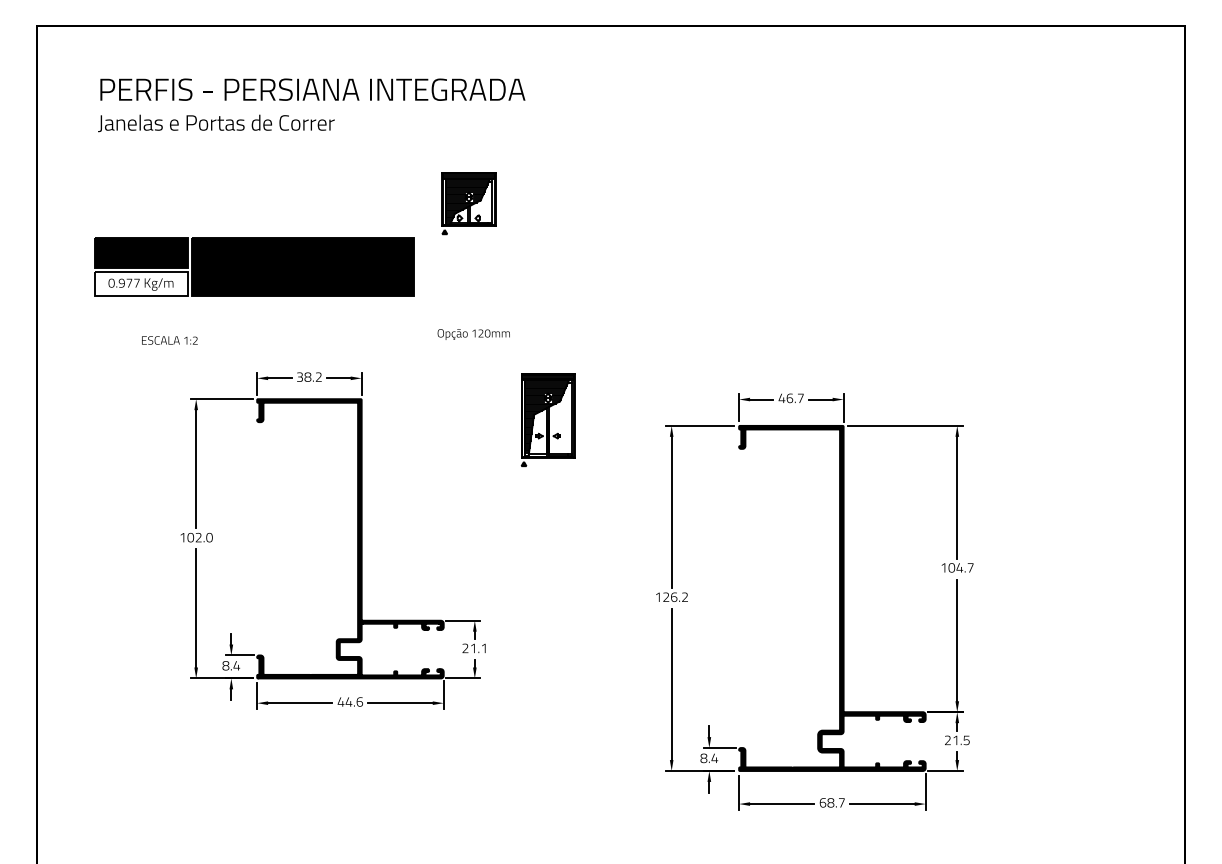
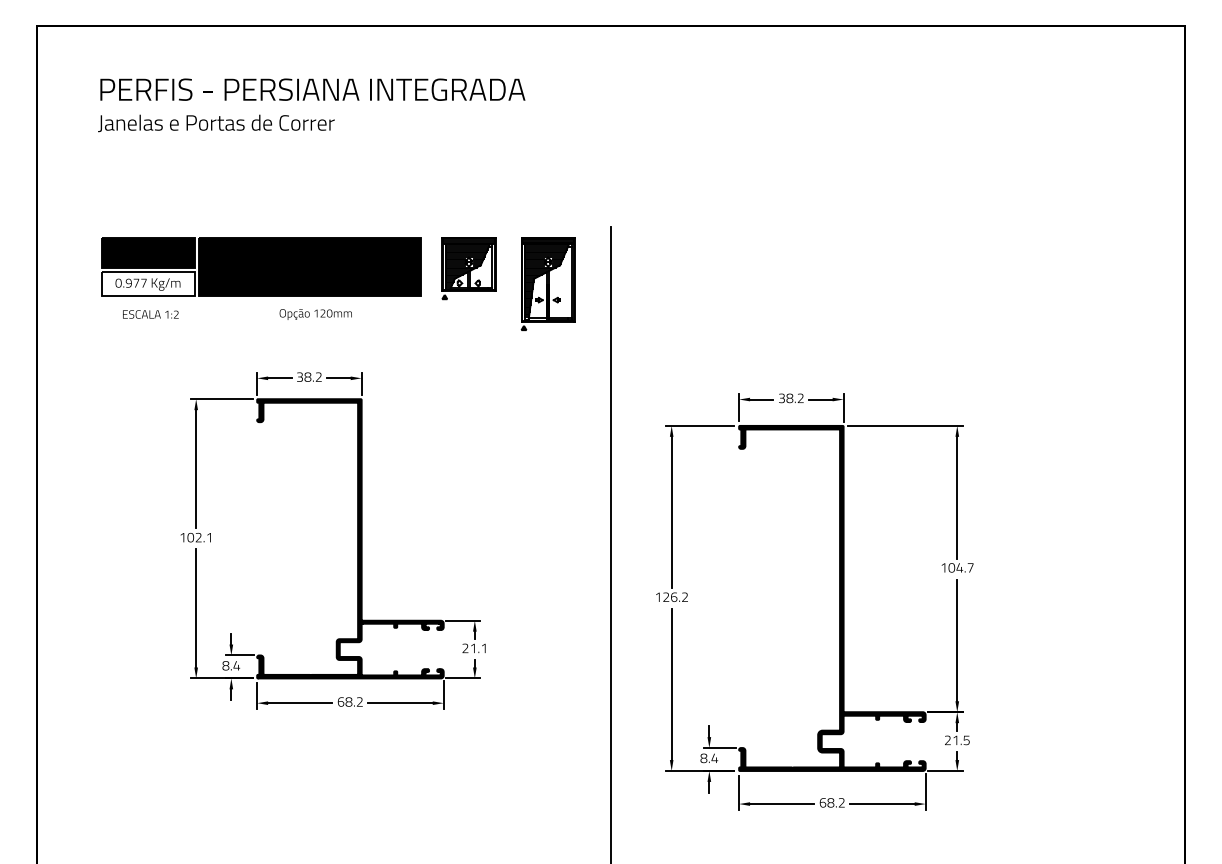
part at (468, 203) position: (468, 203) -> (468, 268)
part at (254, 266) position: (254, 266) -> (261, 266)
text at (473, 334) position: (473, 334) -> (315, 314)
text at (169, 340) position: (169, 340) -> (150, 314)
text at (790, 398): 46.7 -> 38.2
part at (547, 420) position: (547, 420) -> (547, 284)
text at (209, 537): 102.0 -> 102.1
line at (611, 543): none -> present
text at (349, 701): 44.6 -> 68.2
text at (841, 802): 68.7 -> 68.2
